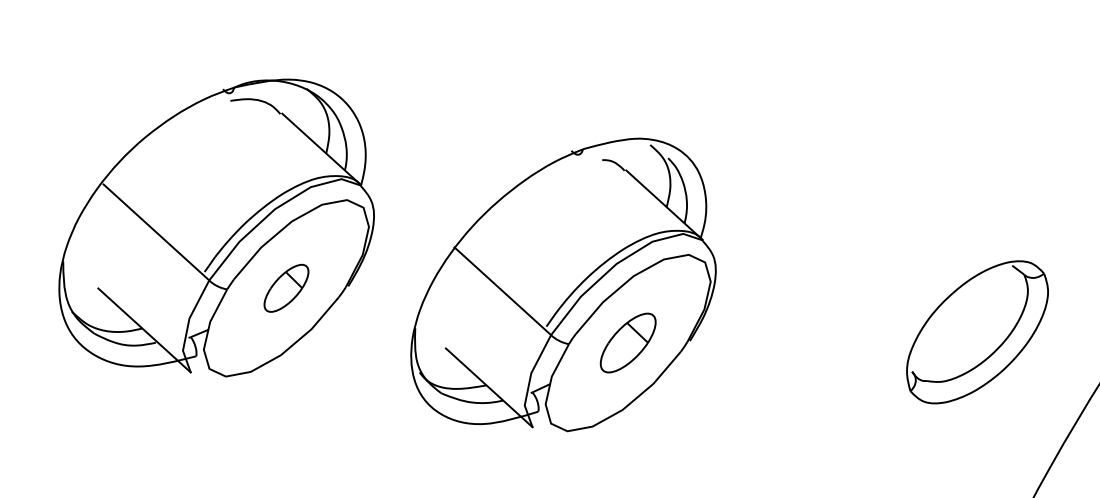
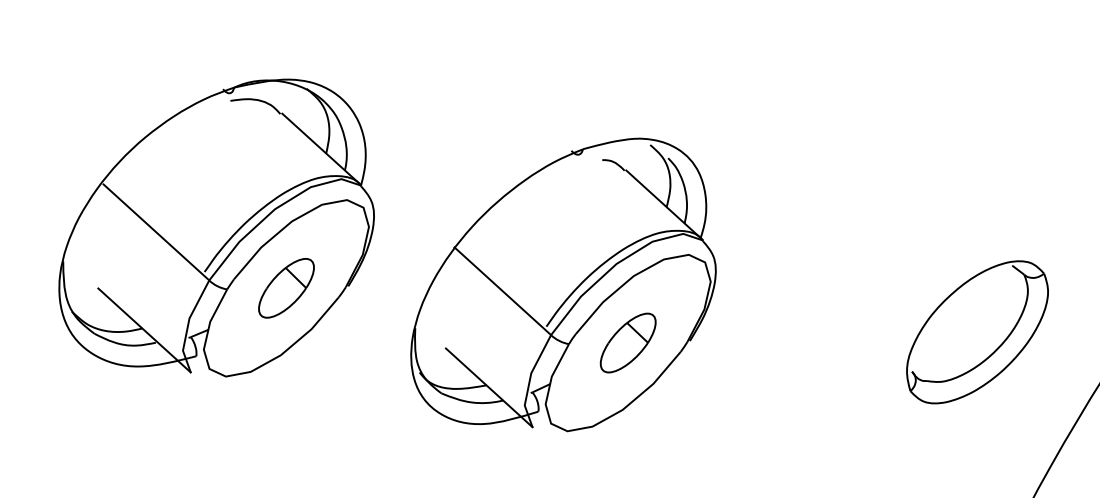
part at (286, 287) size: 47x50 px -> 57x61 px
